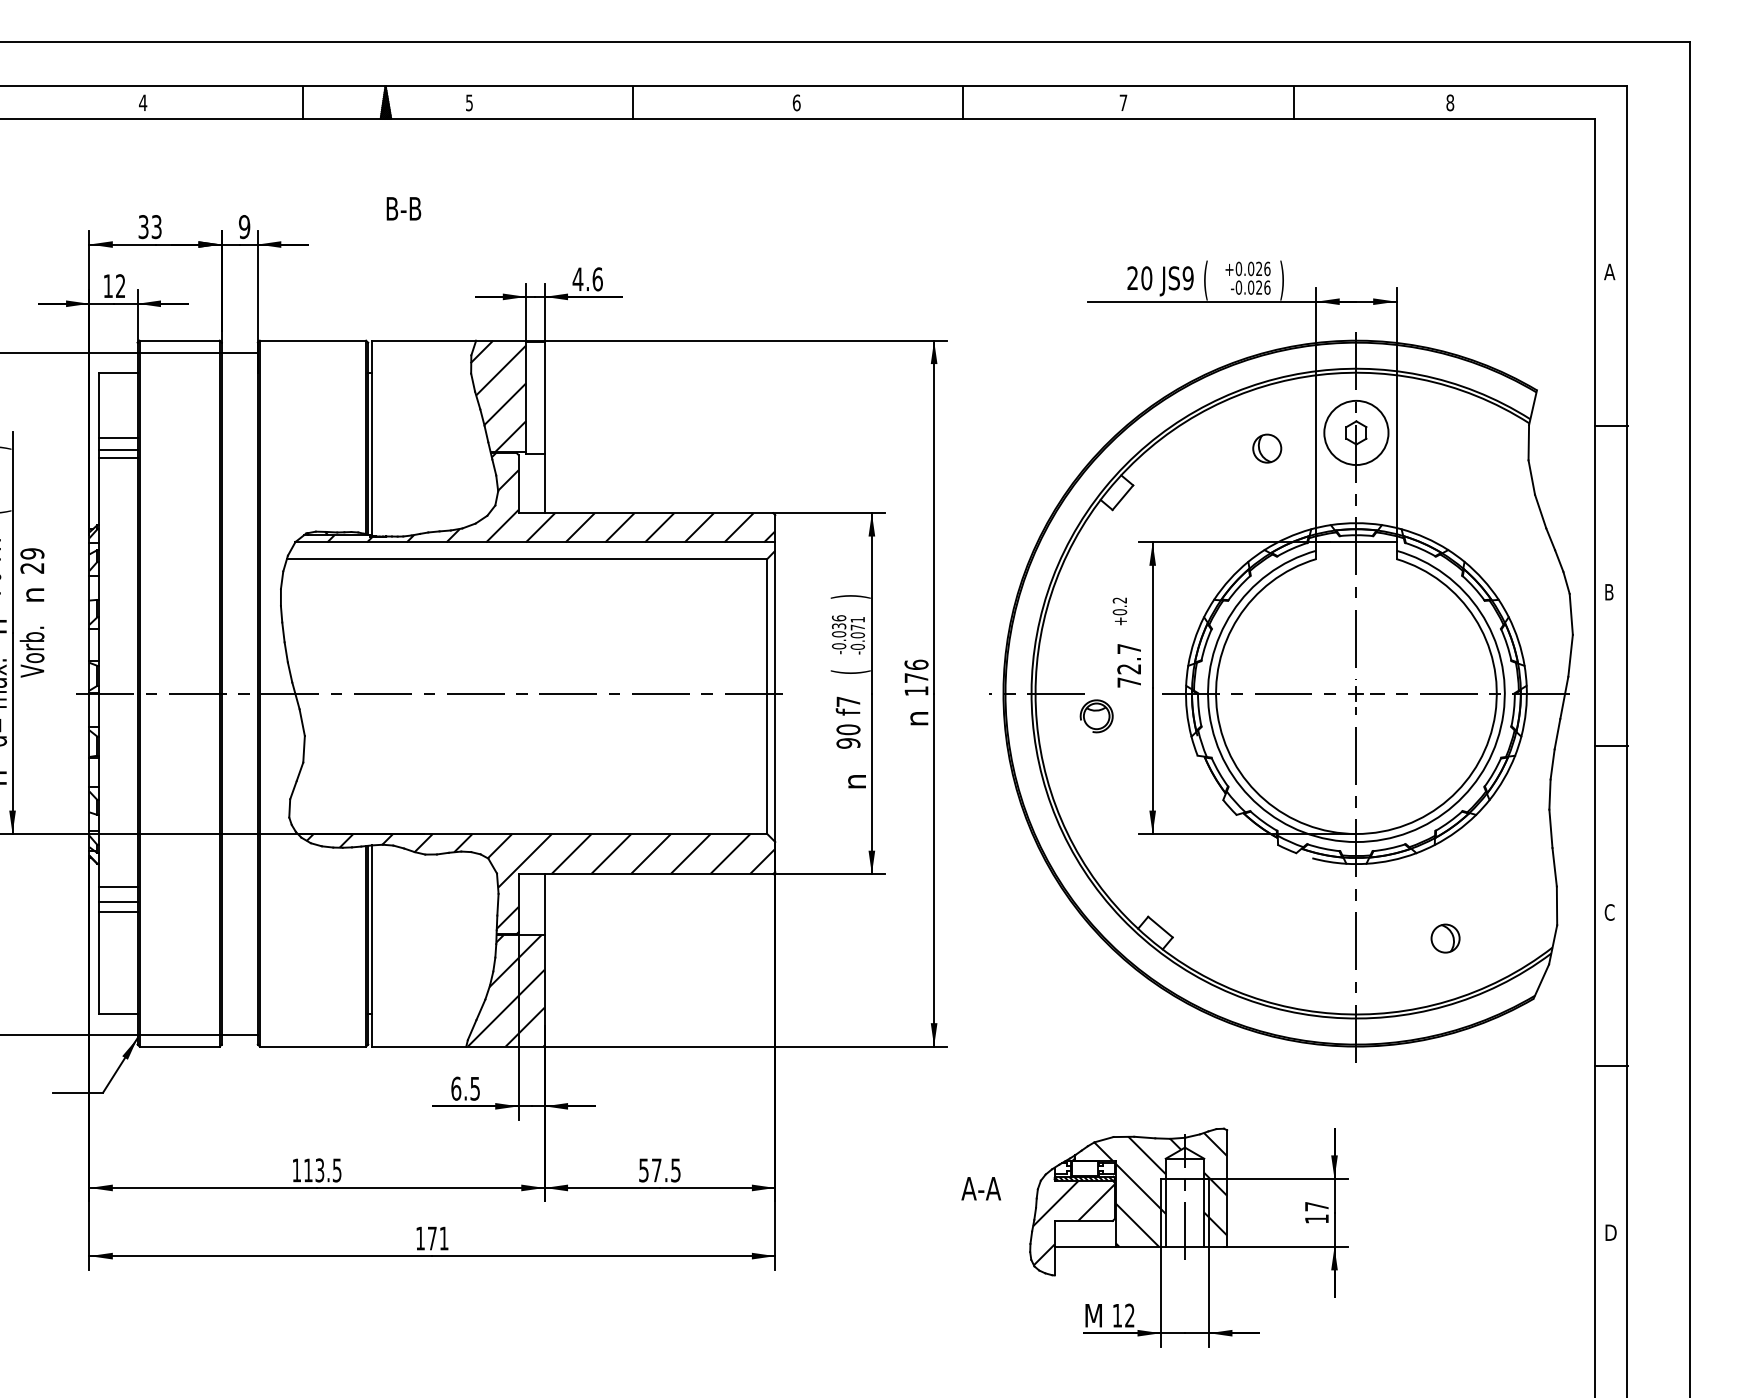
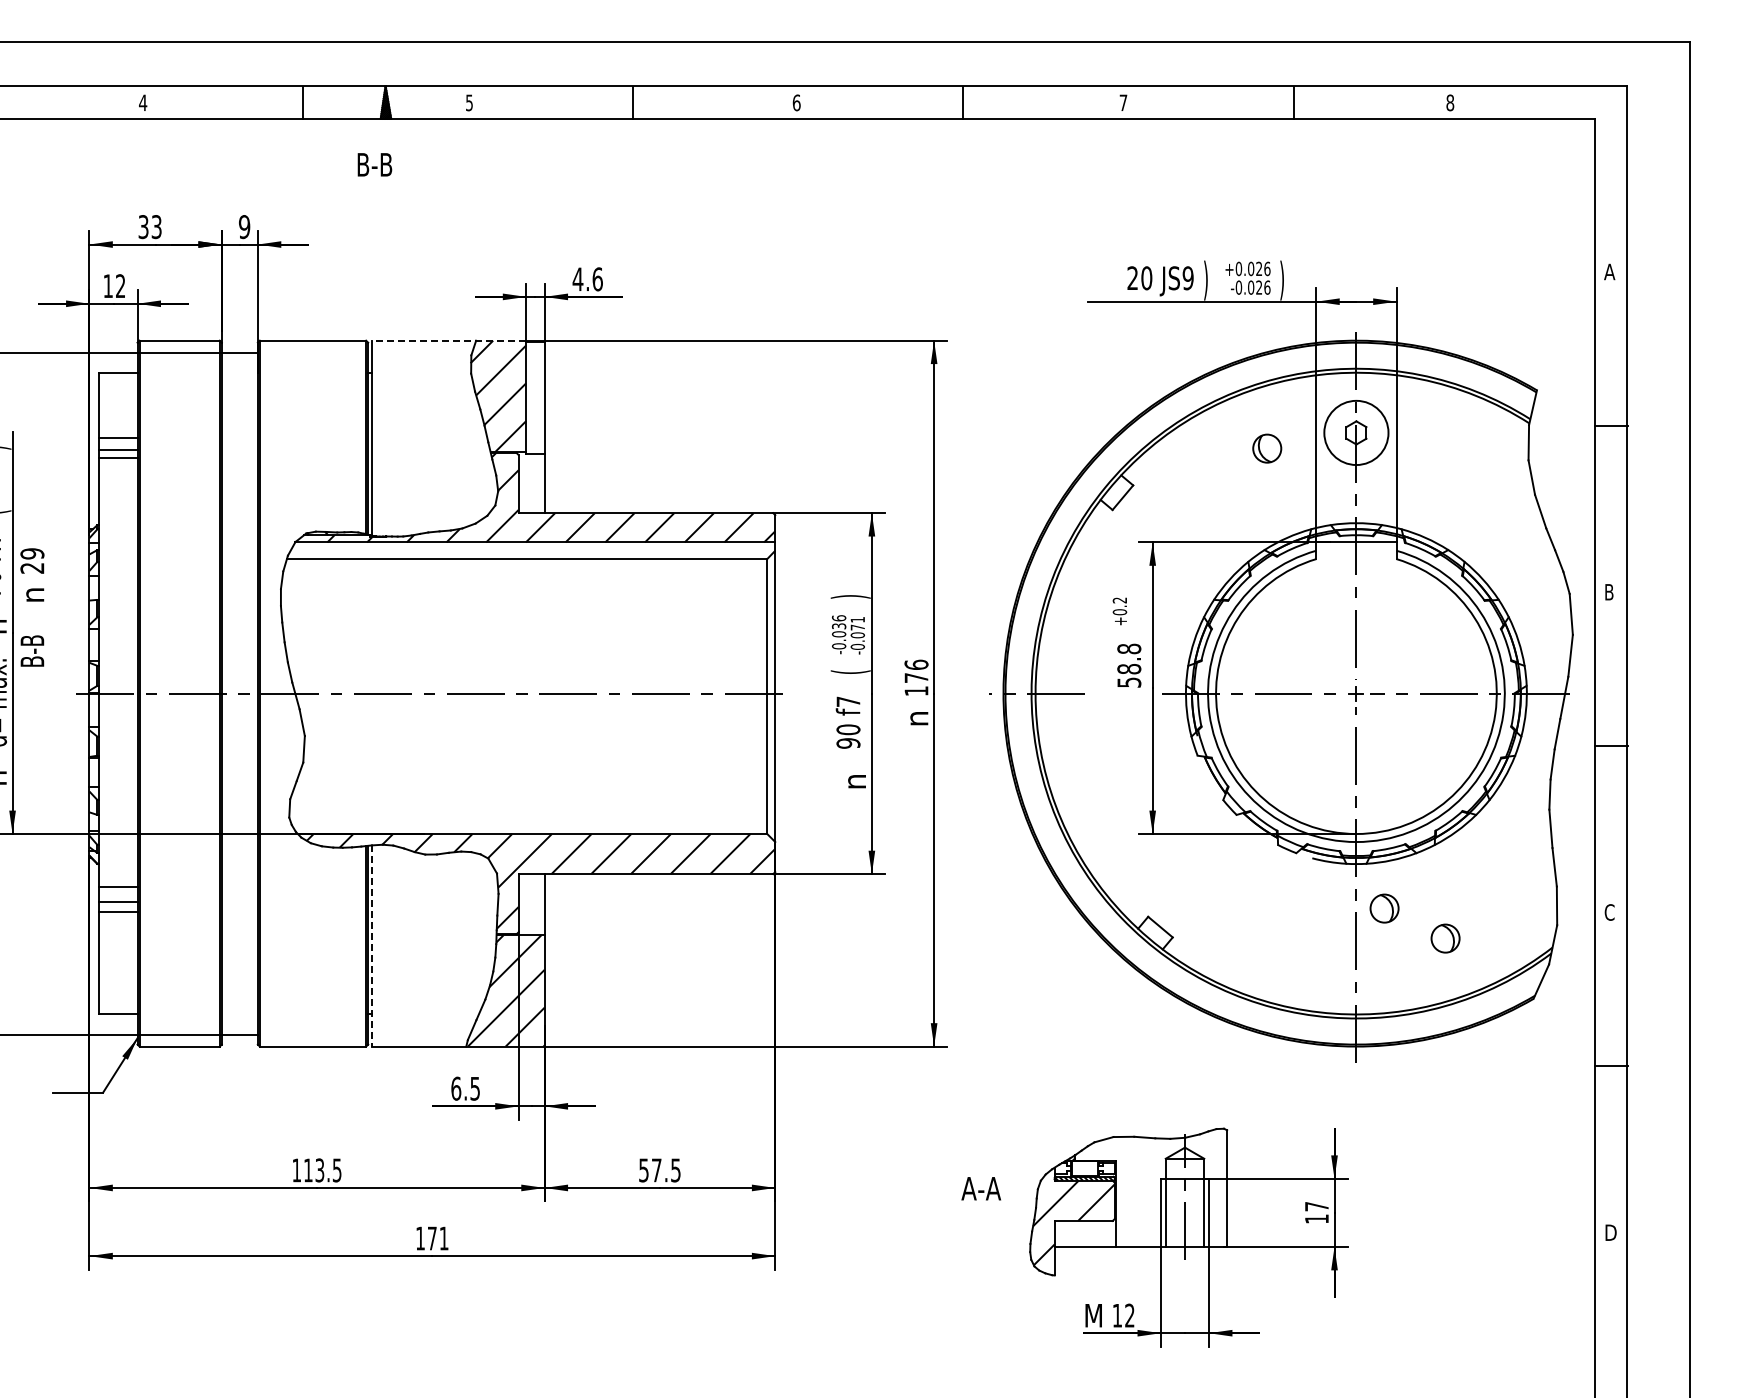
text at (403, 208) position: (403, 208) -> (374, 164)
text at (1205, 280): ( -> )
line at (448, 340): solid -> dashed
text at (31, 651): Vorb. -> B-B
text at (1129, 665): 72.7 -> 58.8
part at (1096, 716): present -> none
part at (1384, 908): none -> present
line at (372, 945): solid -> dashed
hatch at (1160, 1189): present -> none
